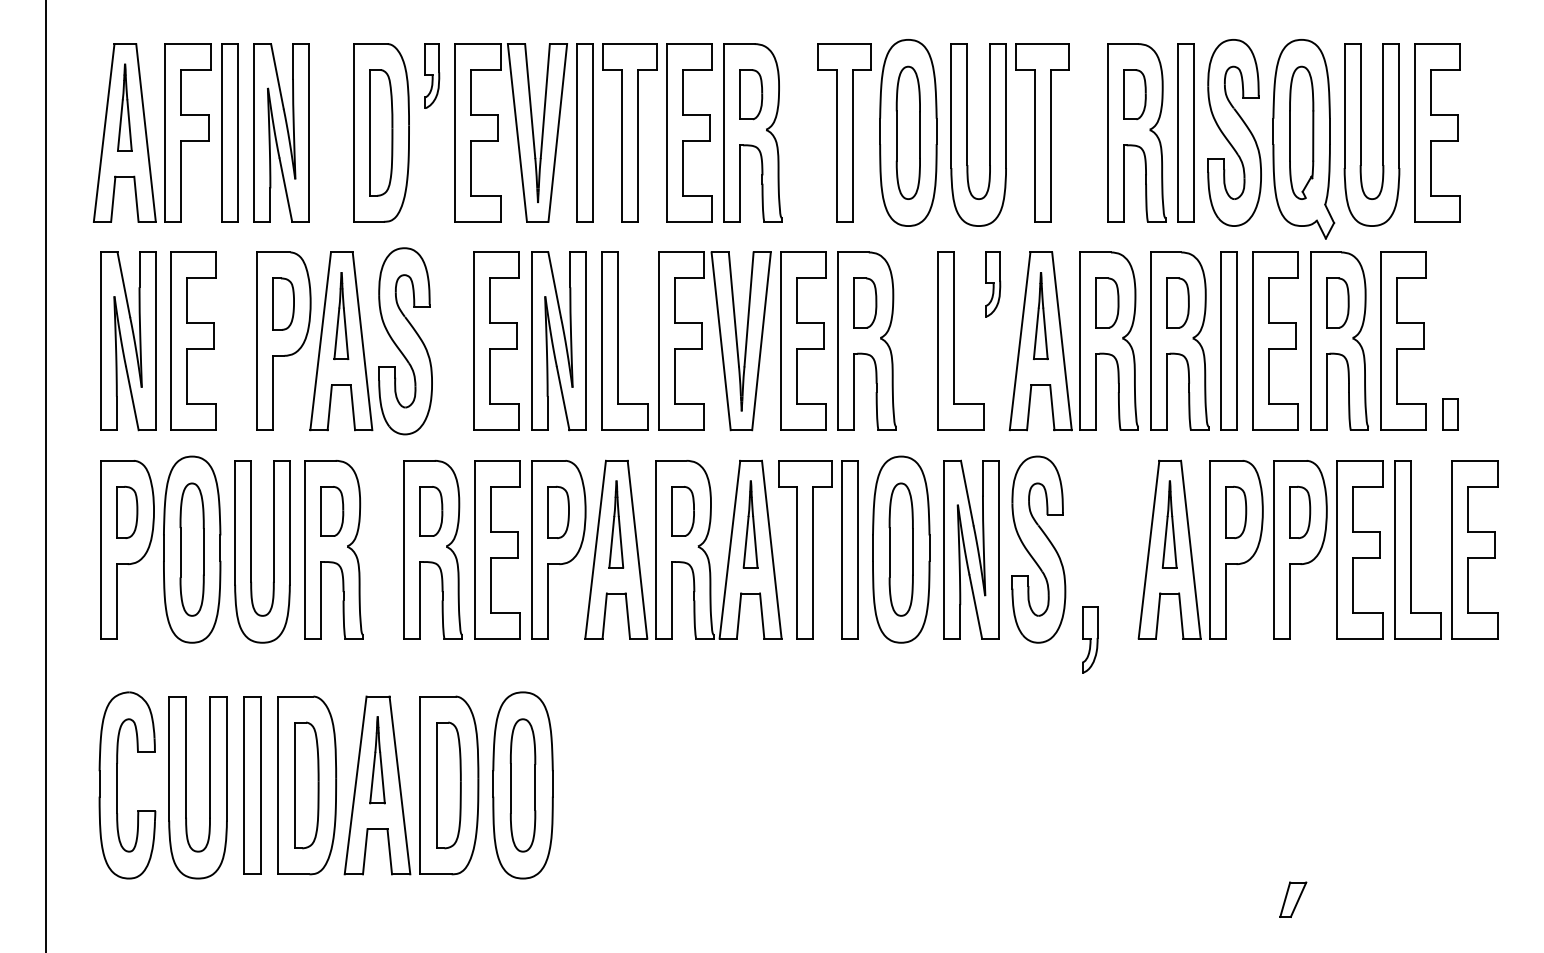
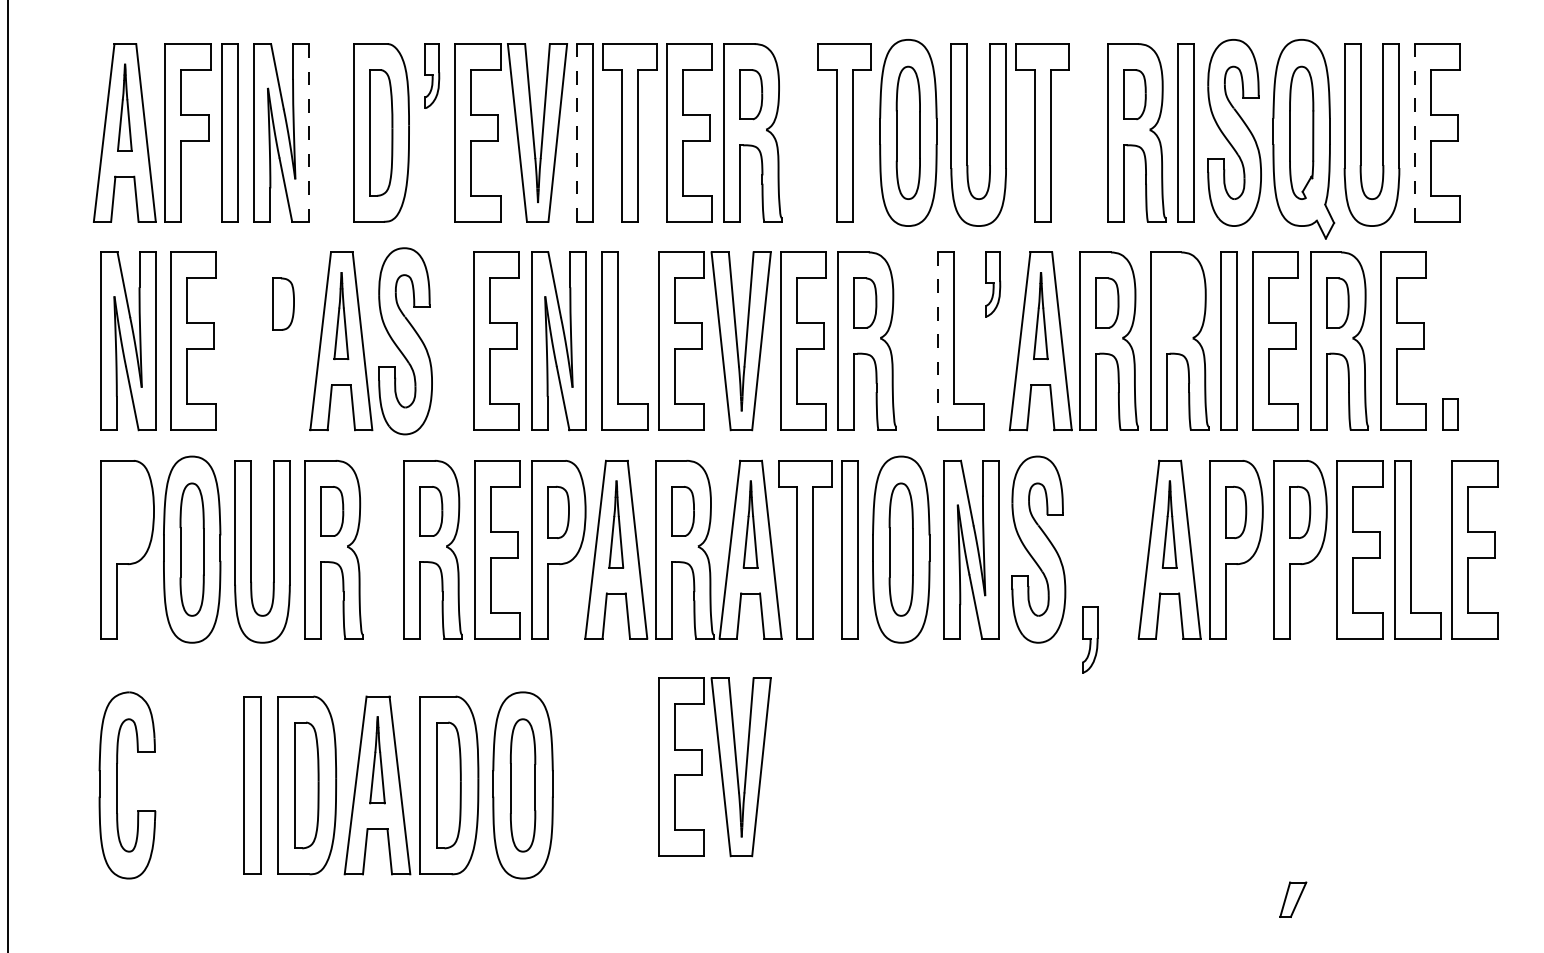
line at (309, 132): solid -> dashed
line at (577, 132): solid -> dashed
line at (1414, 132): solid -> dashed
part at (1177, 302): present -> none
part at (283, 340): present -> none
line at (937, 341): solid -> dashed
line at (46, 475) position: (46, 475) -> (8, 475)
part at (127, 511): present -> none
part at (714, 767): none -> present
part at (186, 787): present -> none
